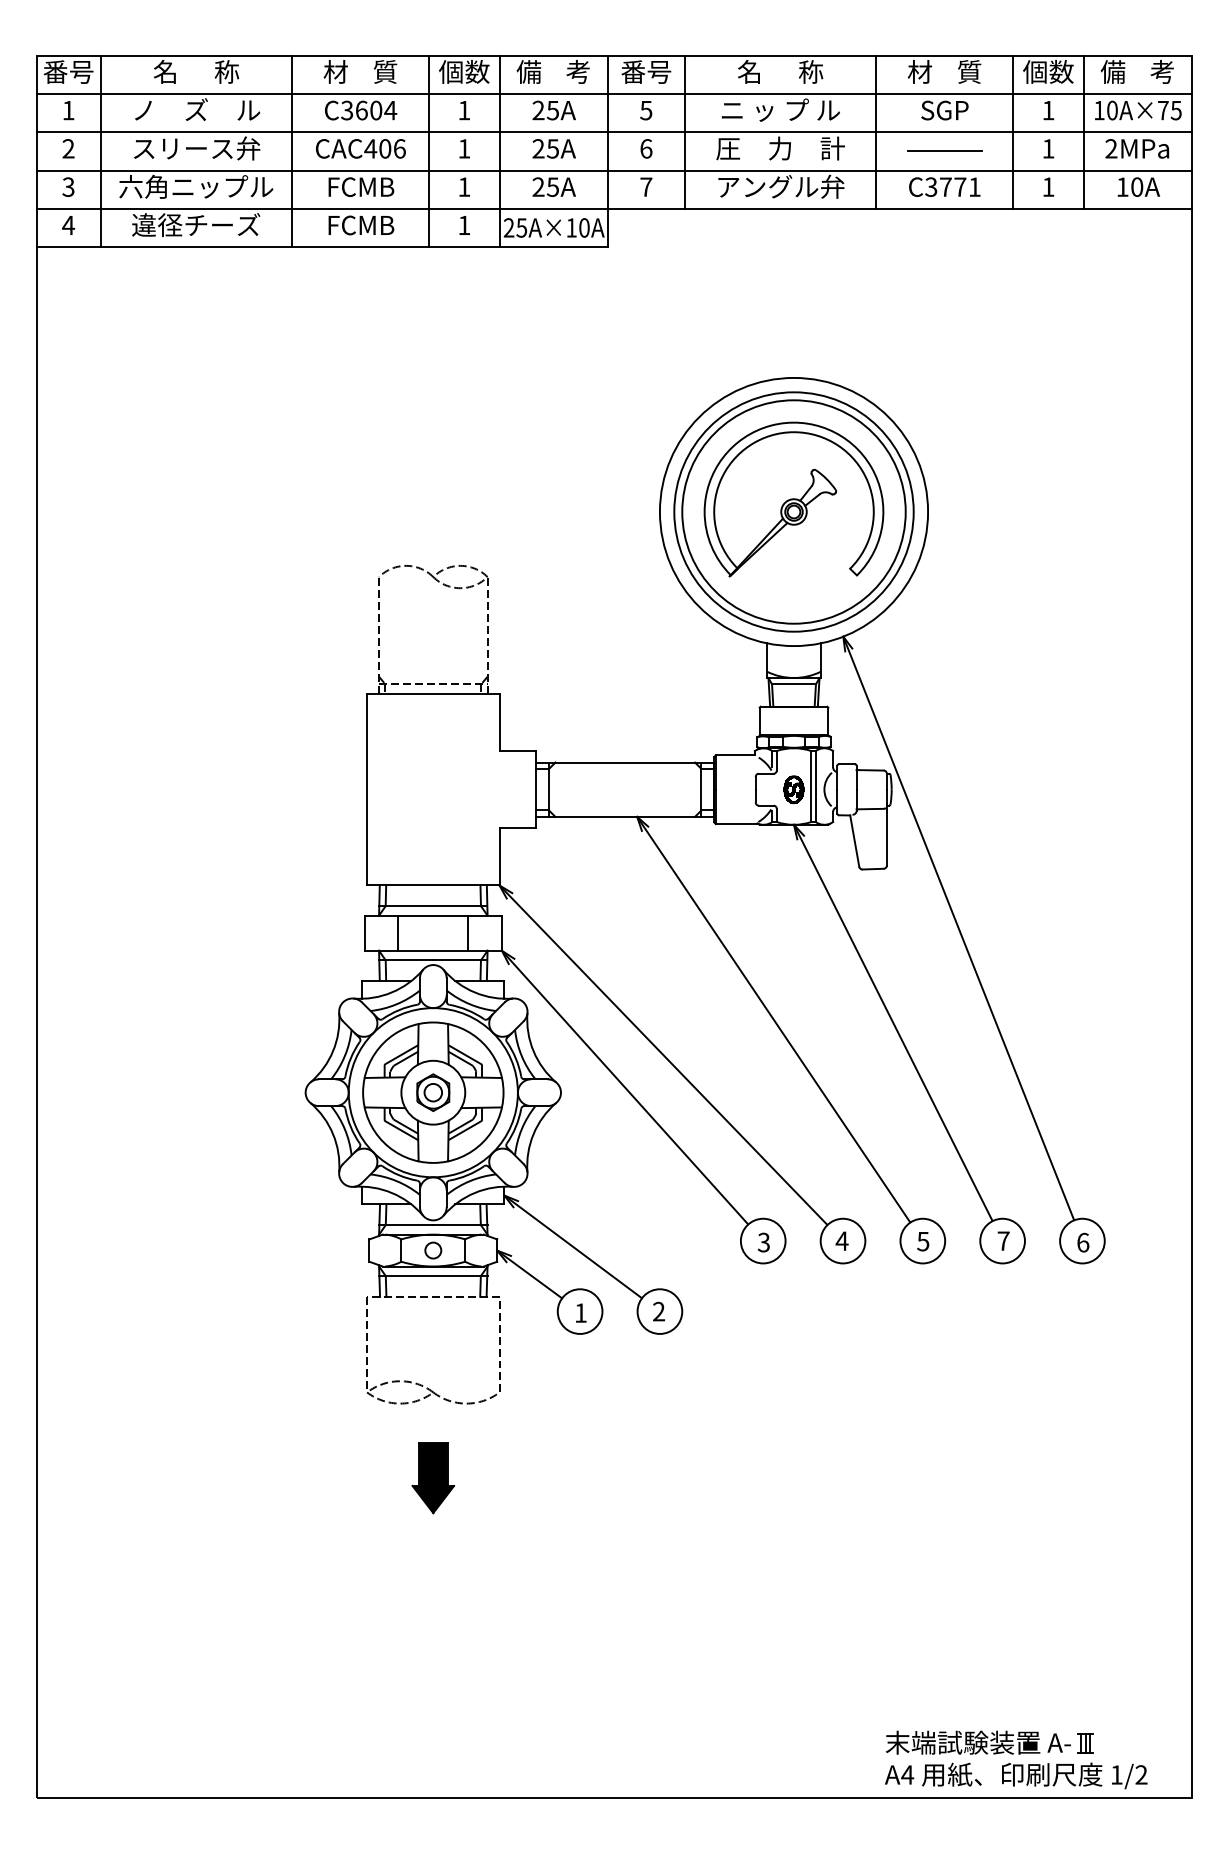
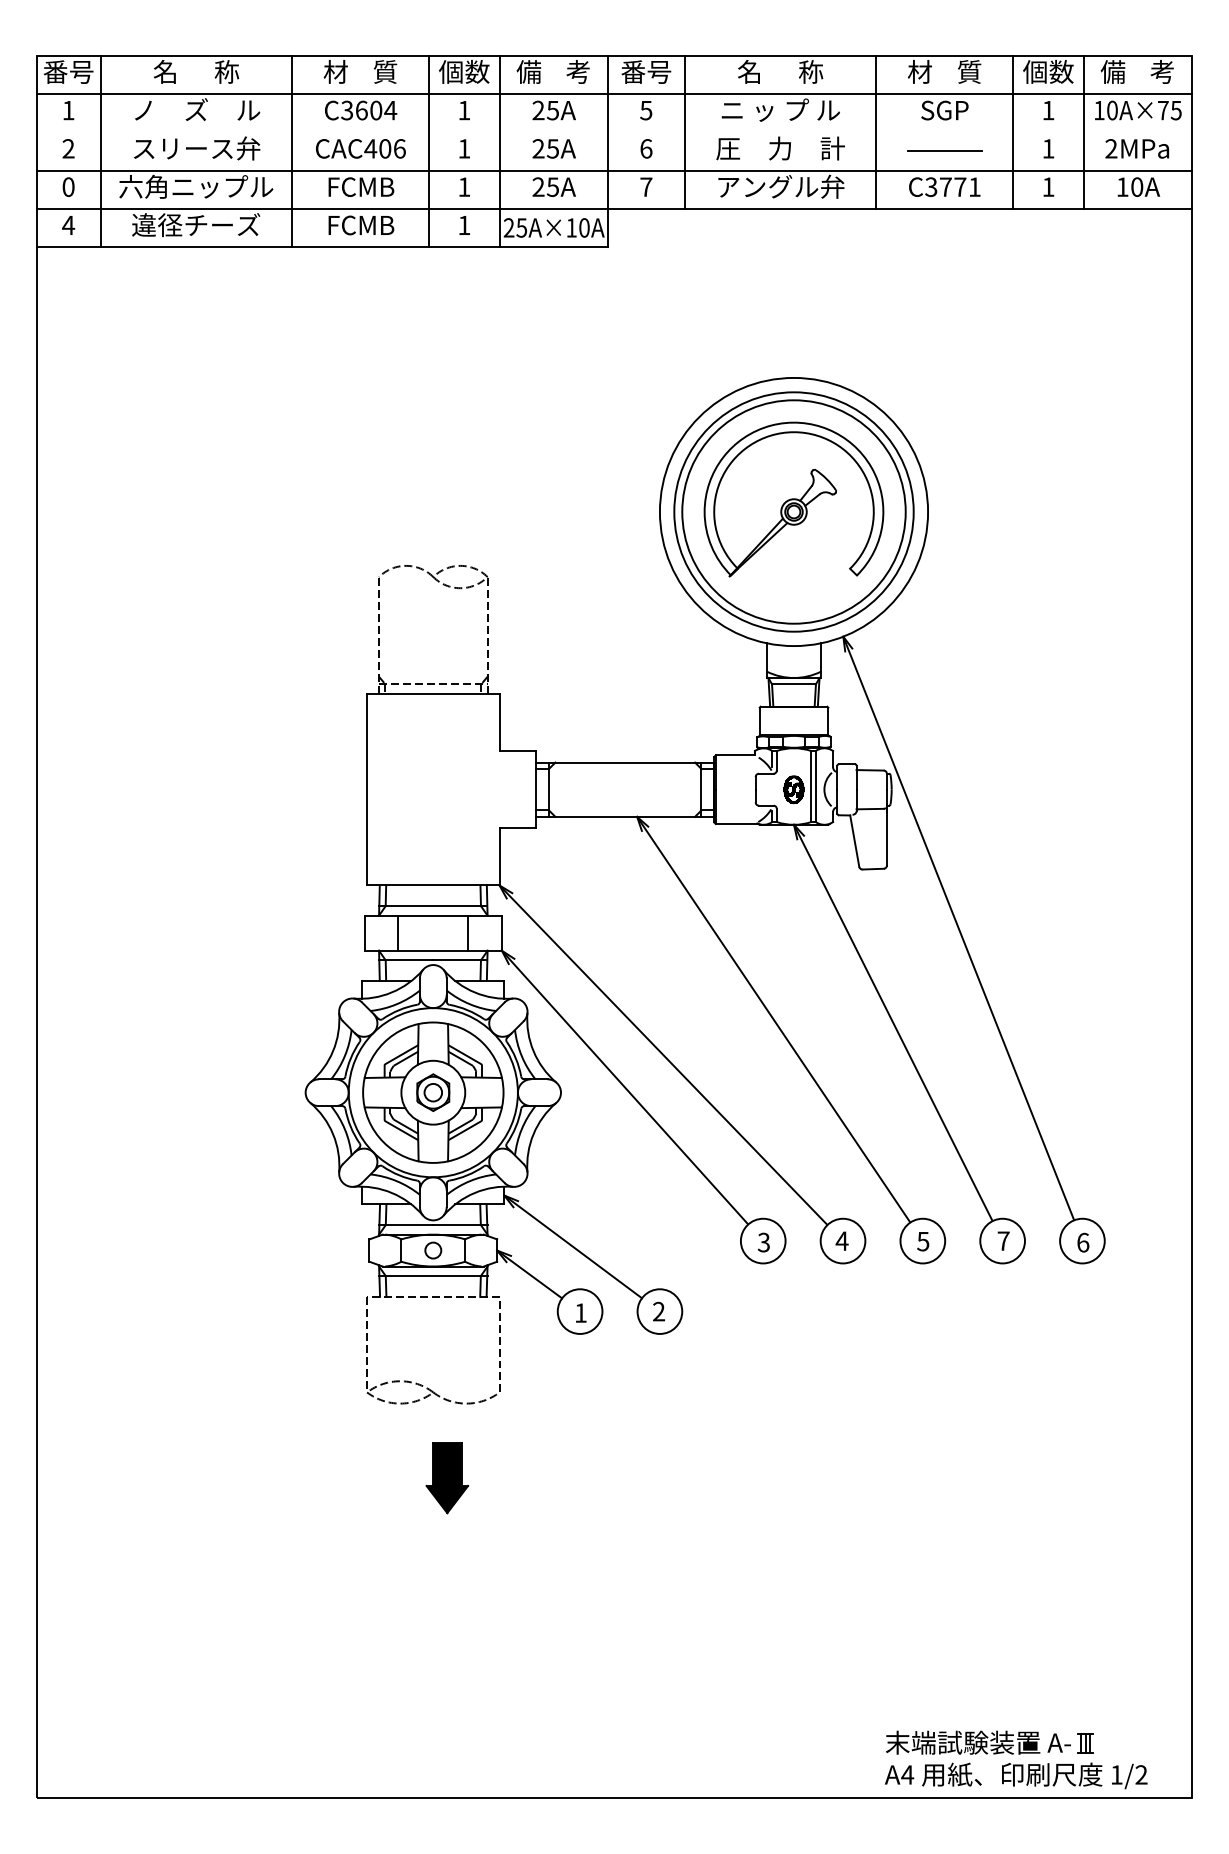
line at (614, 132): present -> none
text at (68, 186): 3 -> 0
part at (433, 1478) position: (433, 1478) -> (447, 1478)
